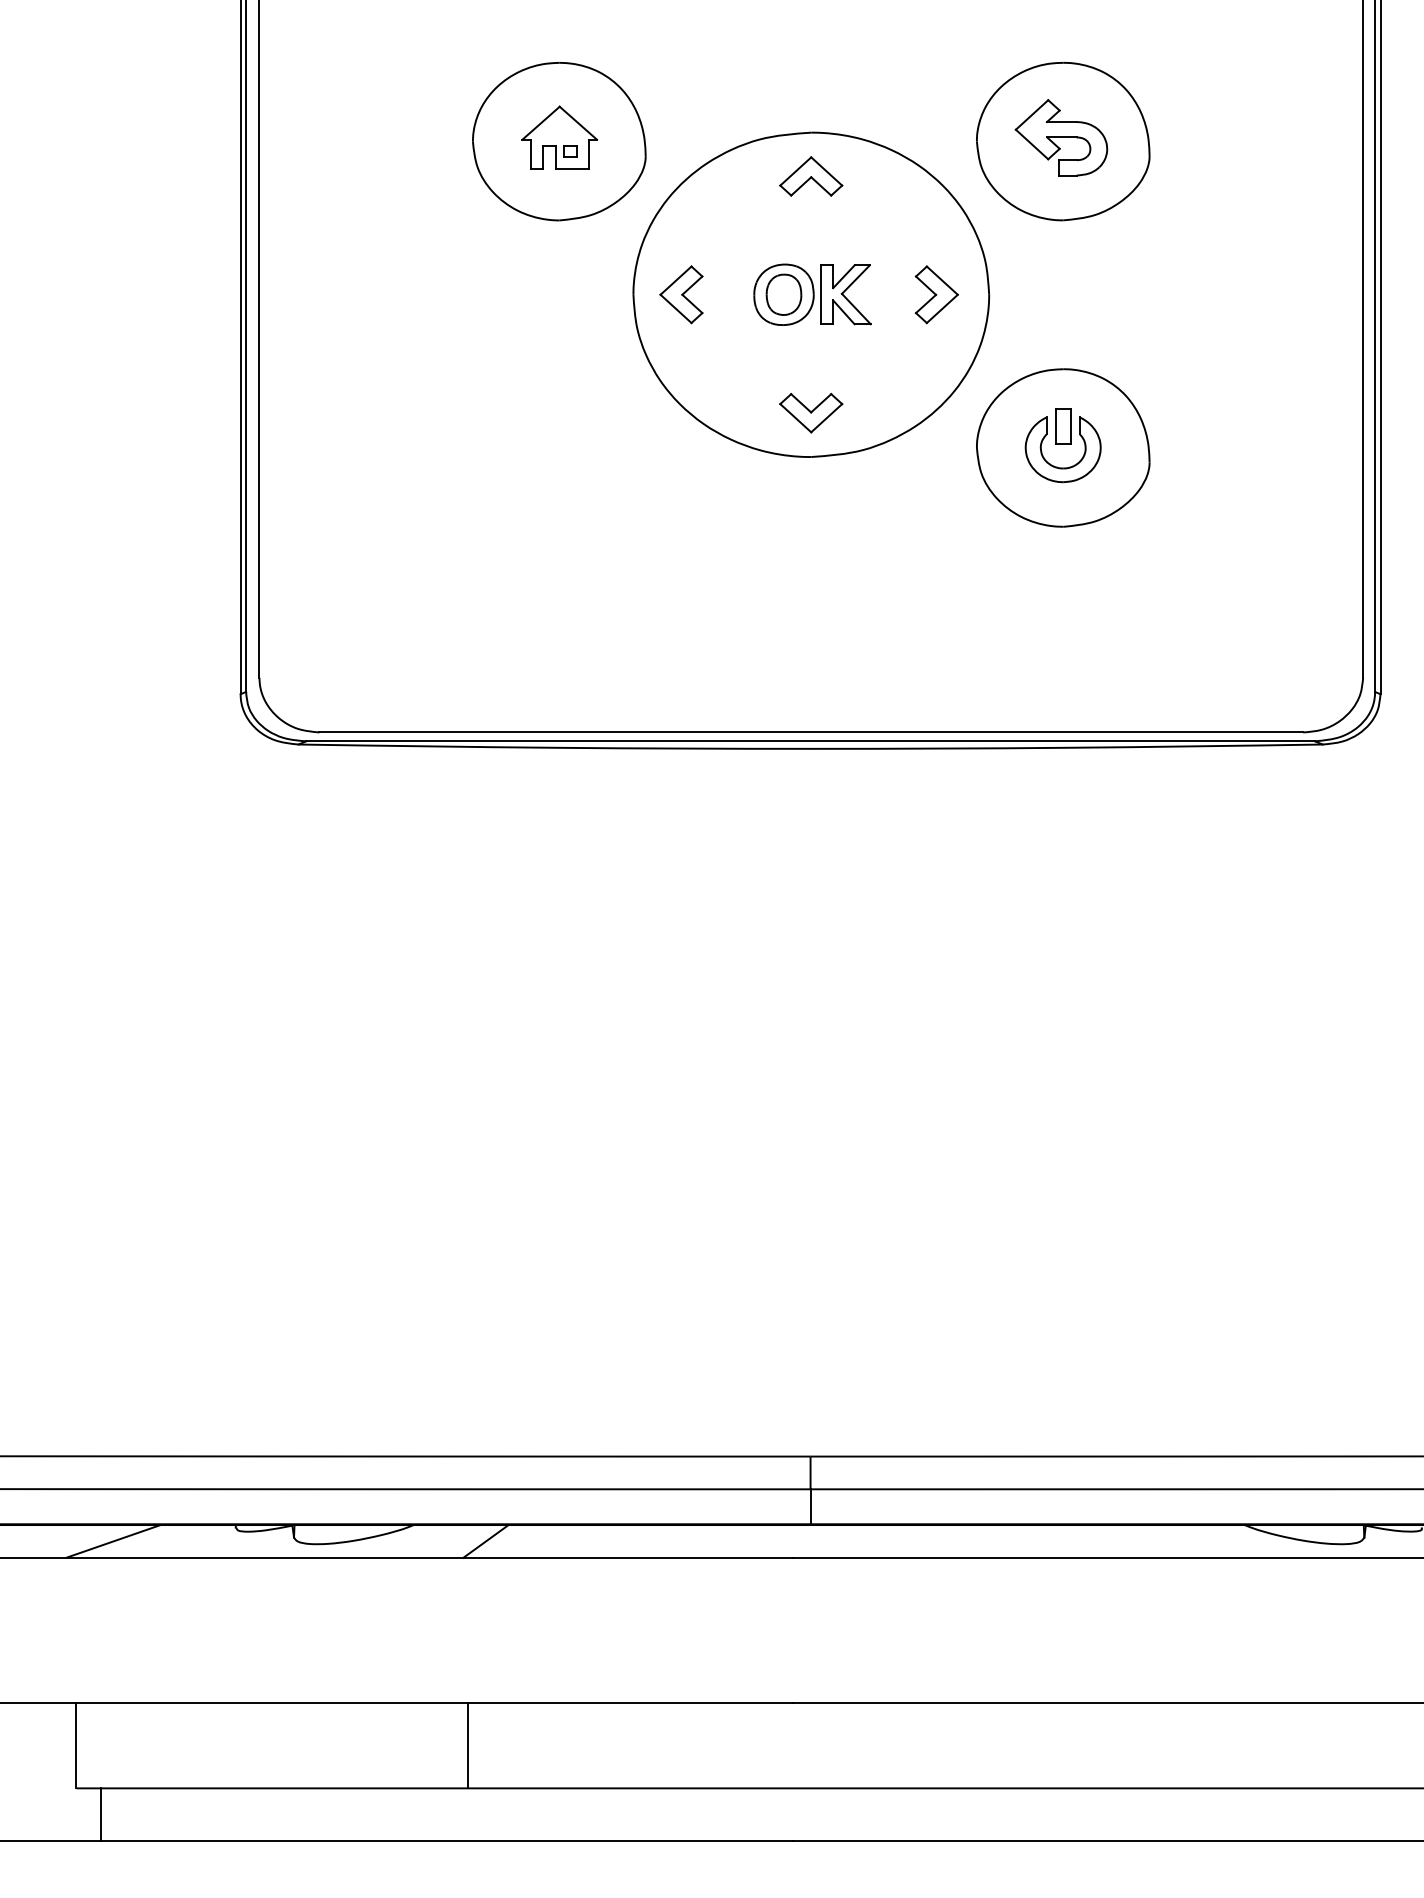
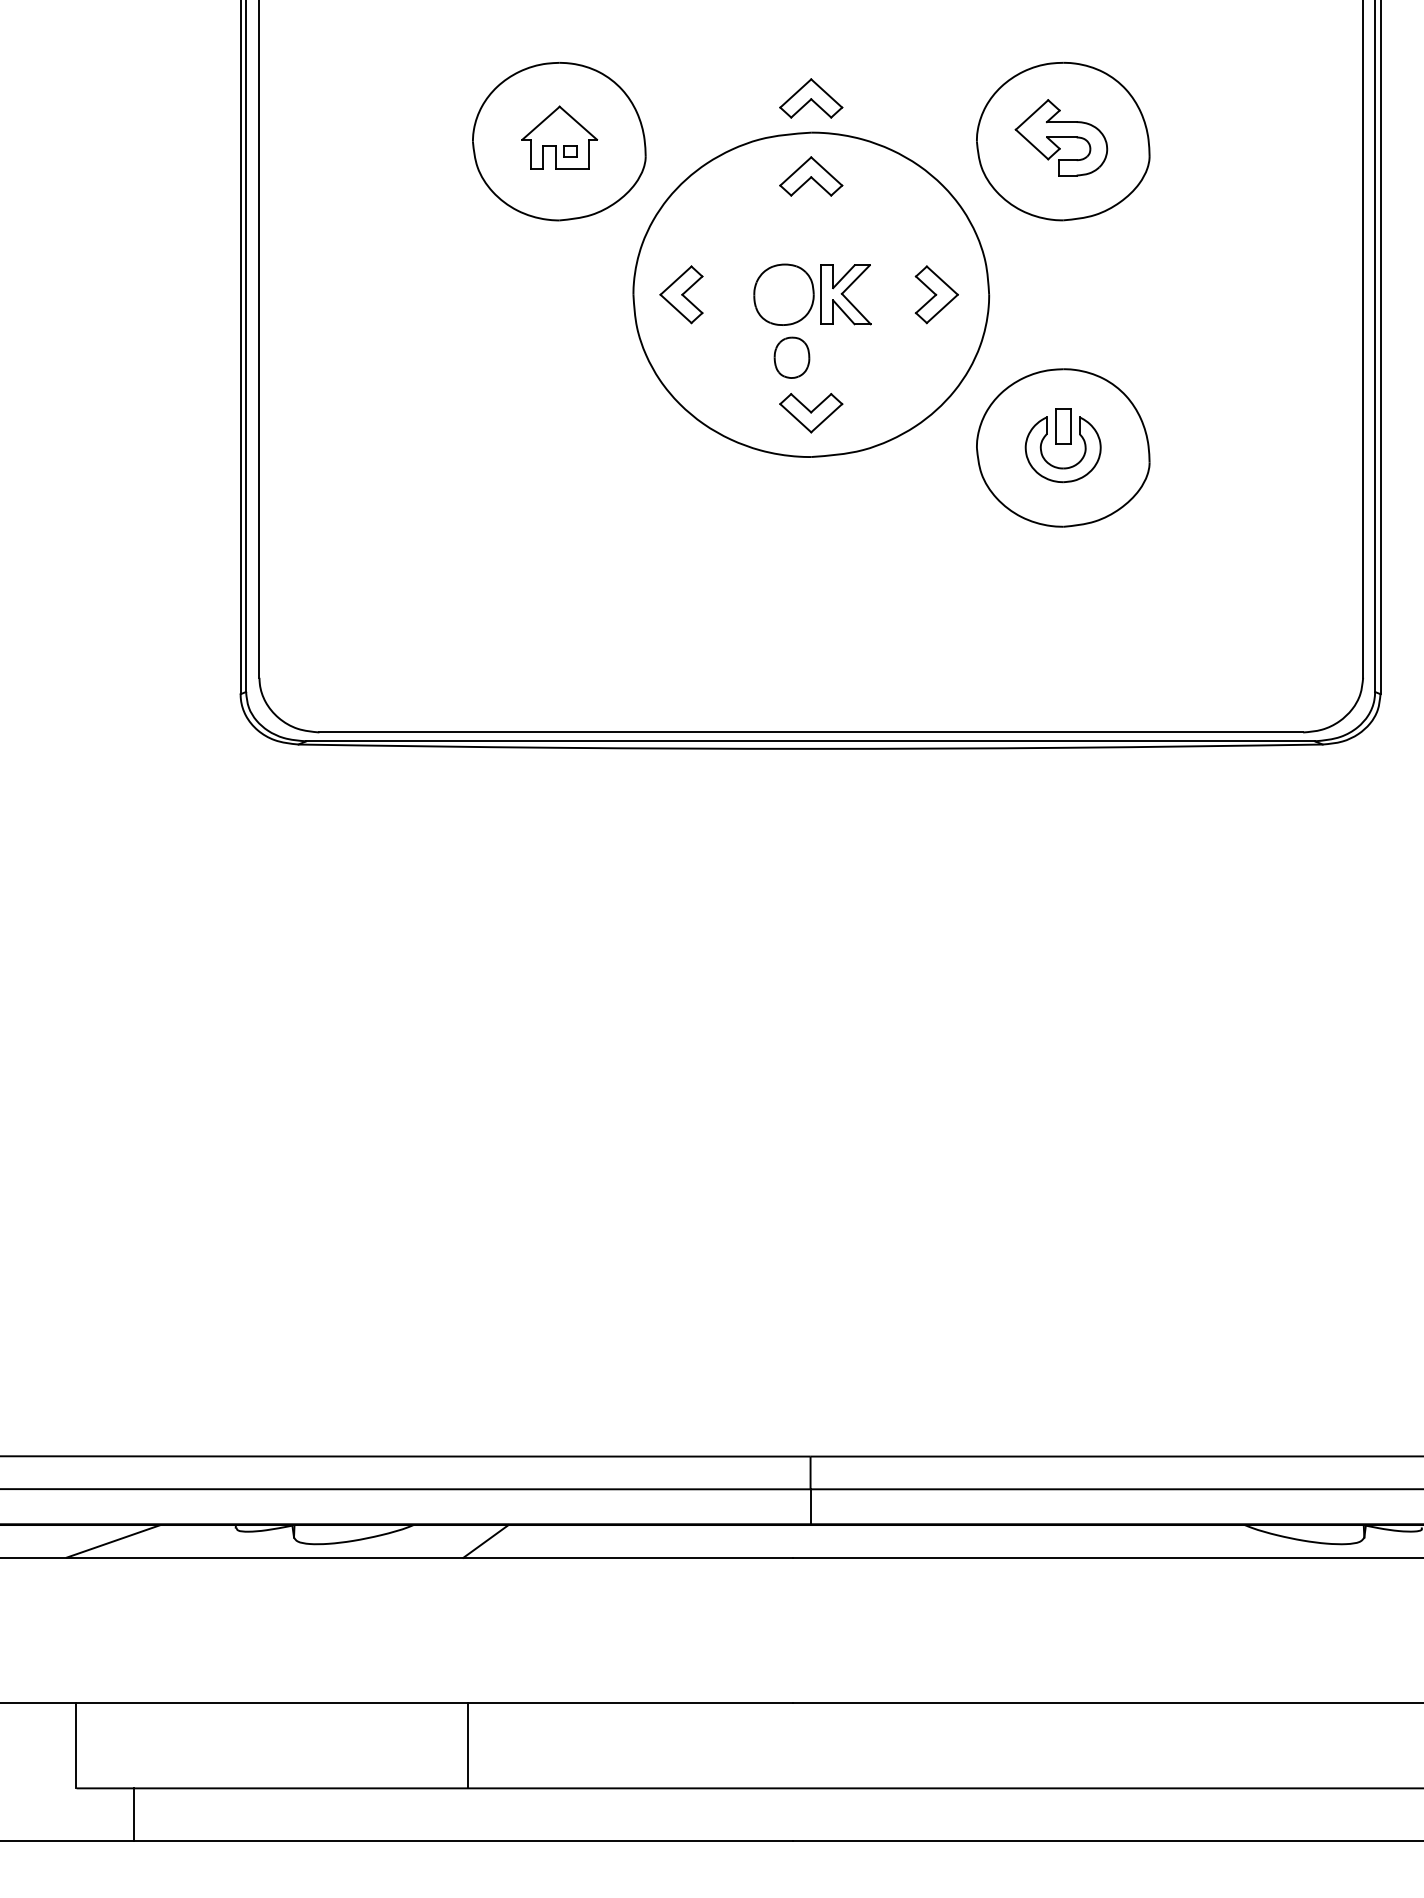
part at (811, 98): none -> present
part at (783, 294) position: (783, 294) -> (791, 357)
line at (100, 1814) position: (100, 1814) -> (133, 1814)
